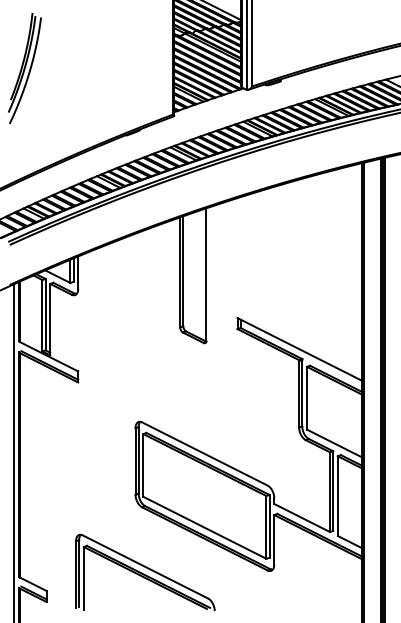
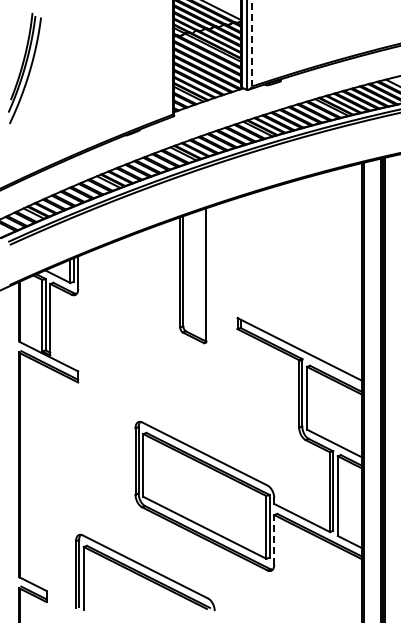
line at (252, 43): solid -> dashed
line at (14, 451): present -> none
line at (274, 539): solid -> dashed
